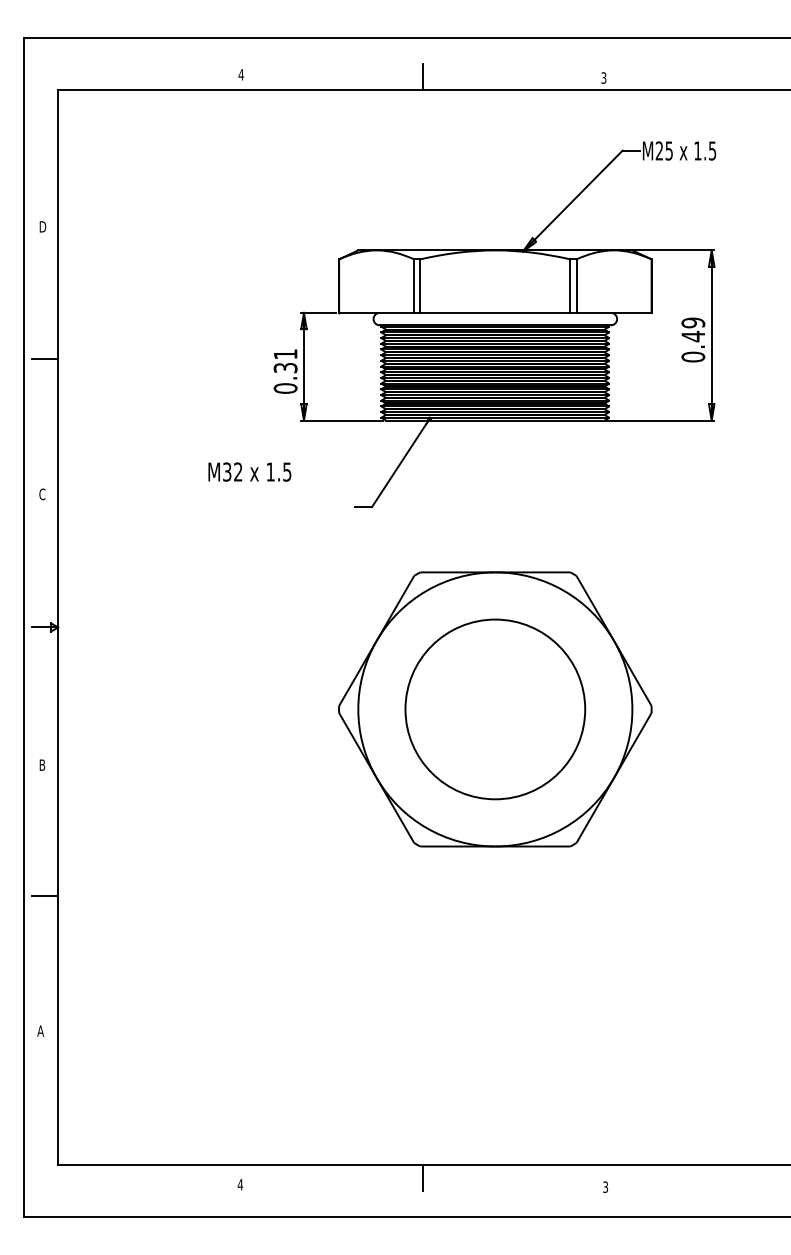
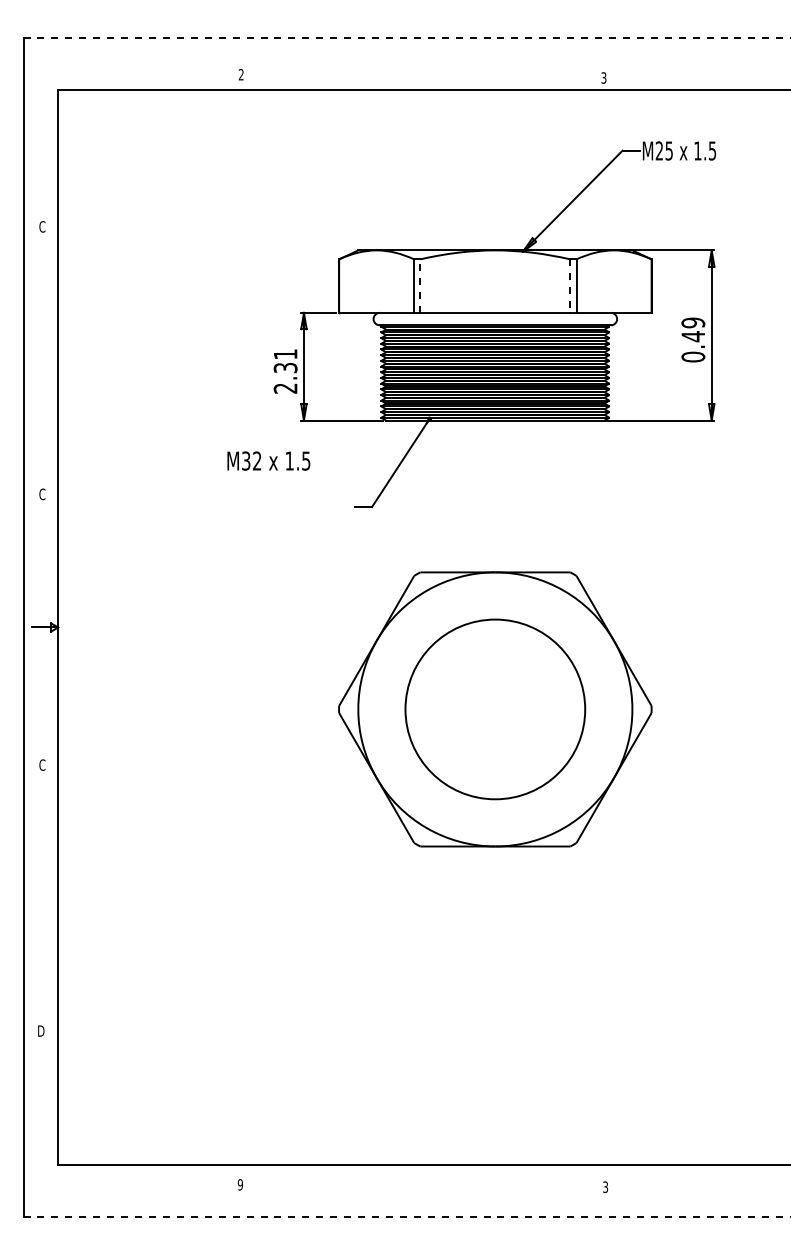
line at (407, 37): solid -> dashed
text at (240, 74): 4 -> 2
line at (422, 76): present -> none
text at (42, 226): D -> C
line at (420, 286): solid -> dashed
line at (570, 286): solid -> dashed
line at (45, 358): present -> none
text at (285, 388): 0.31 -> 2.31
text at (249, 471) position: (249, 471) -> (268, 460)
text at (42, 764): B -> C
line at (45, 896): present -> none
text at (40, 1030): A -> D
line at (422, 1178): present -> none
text at (240, 1184): 4 -> 9
line at (407, 1217): solid -> dashed
